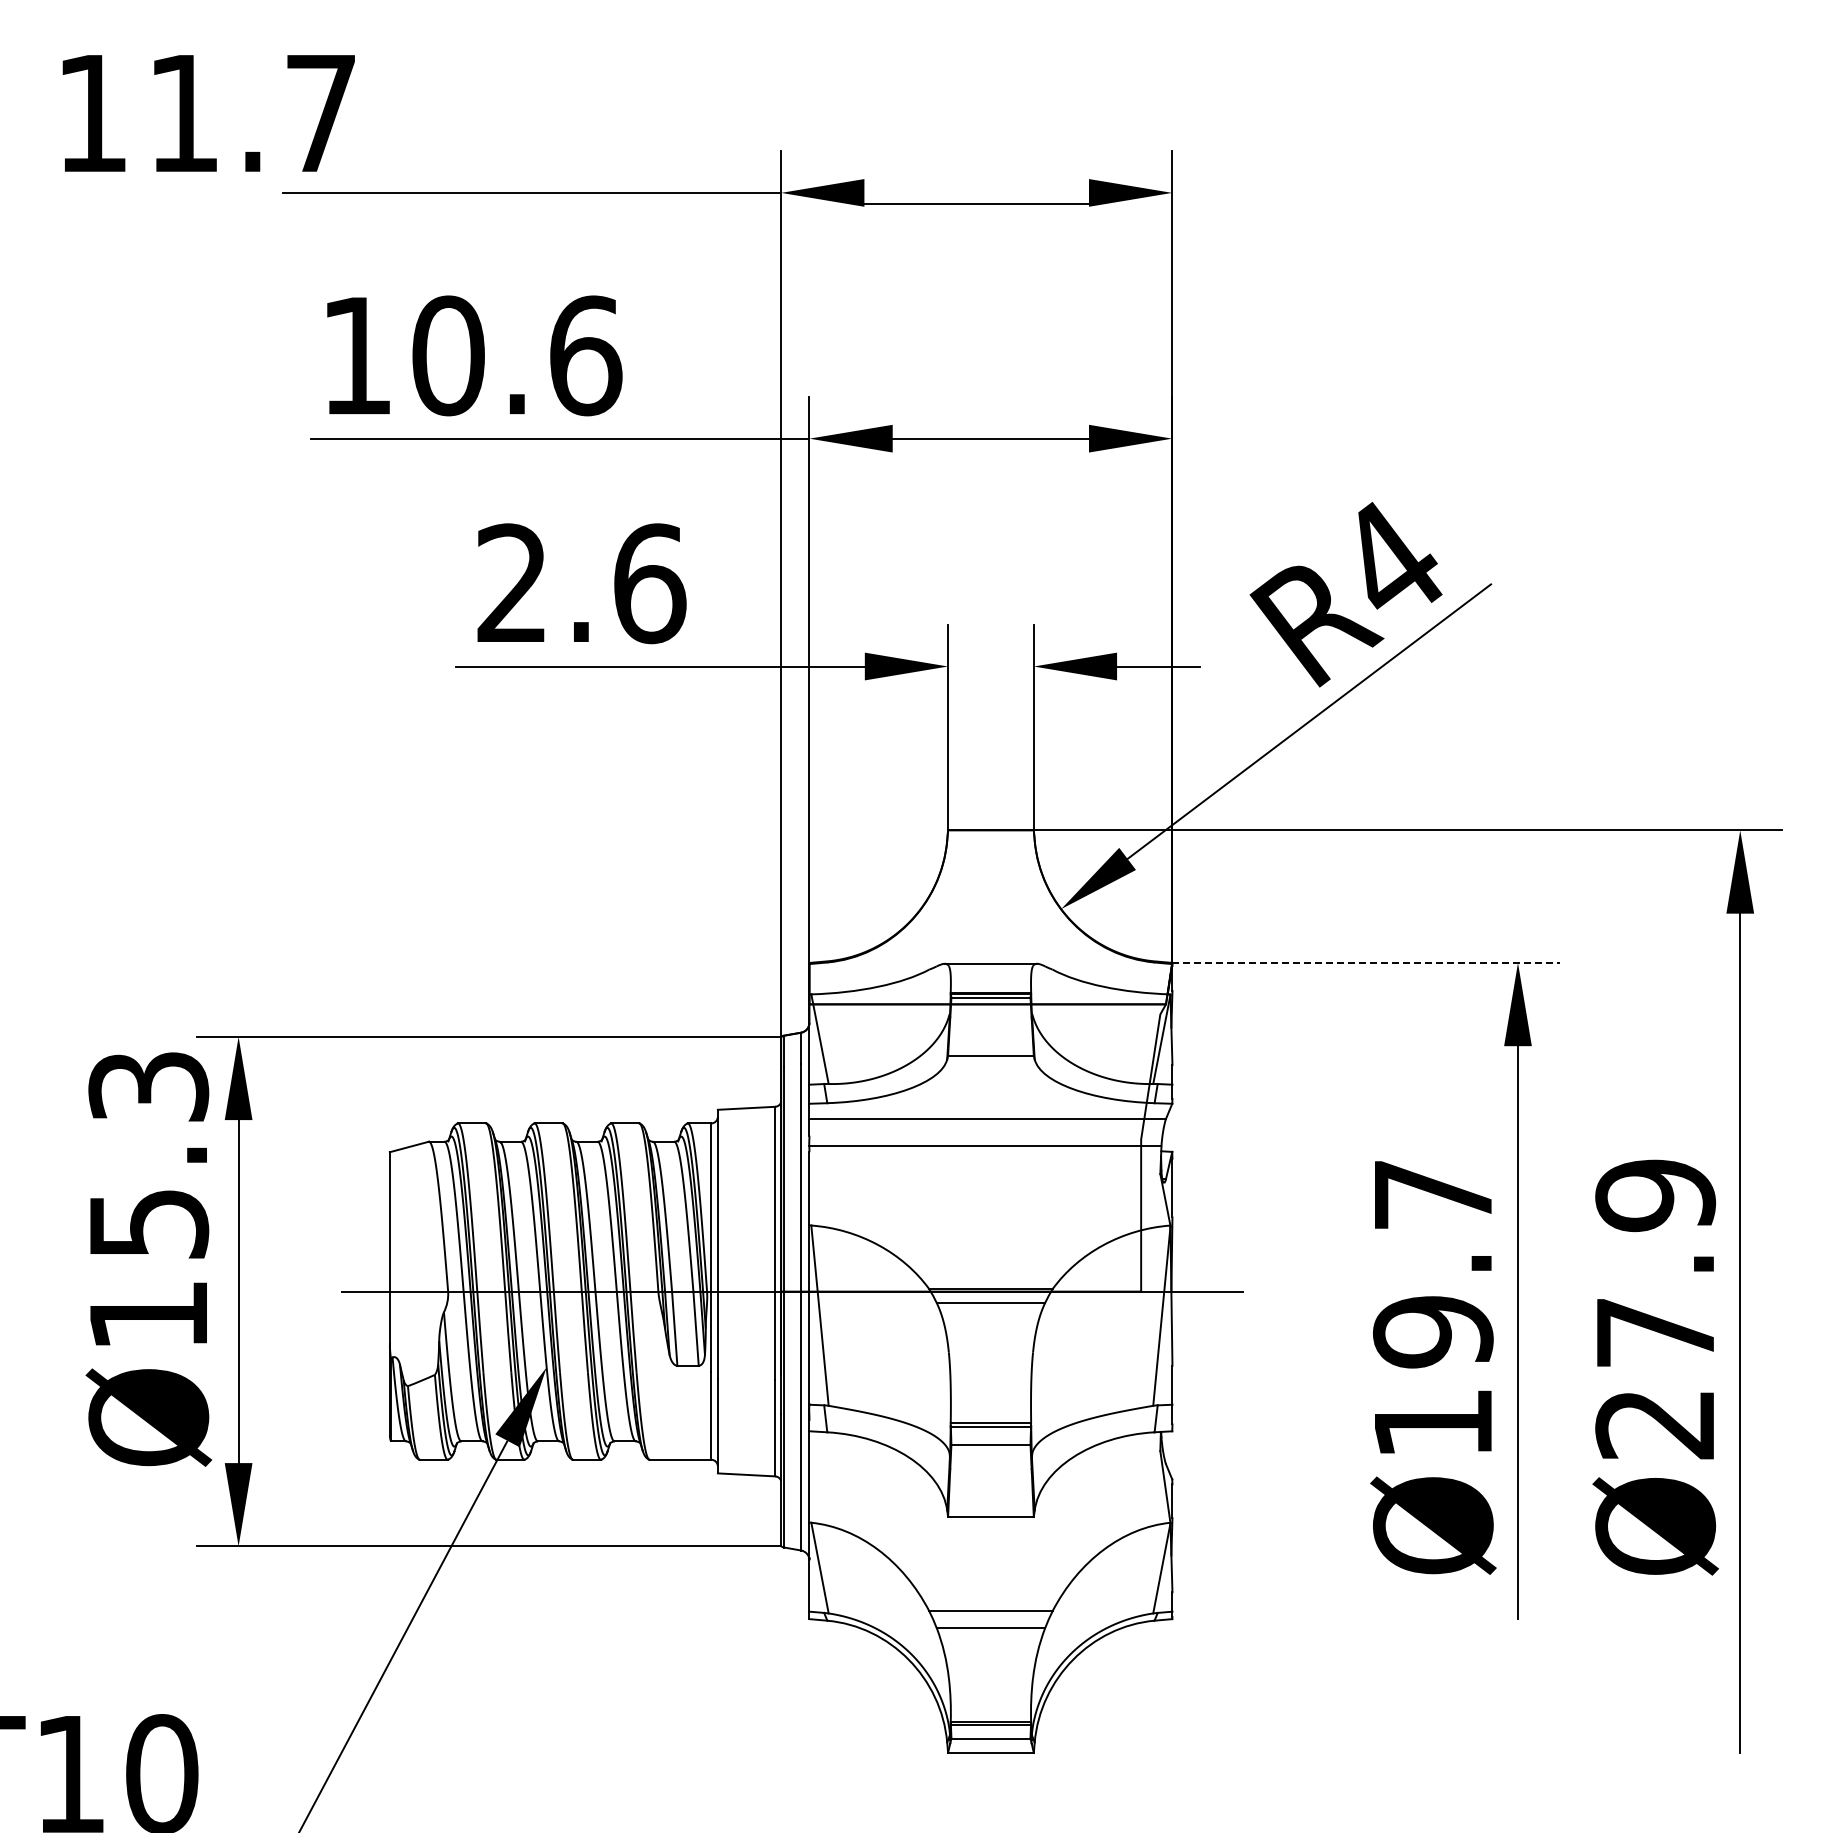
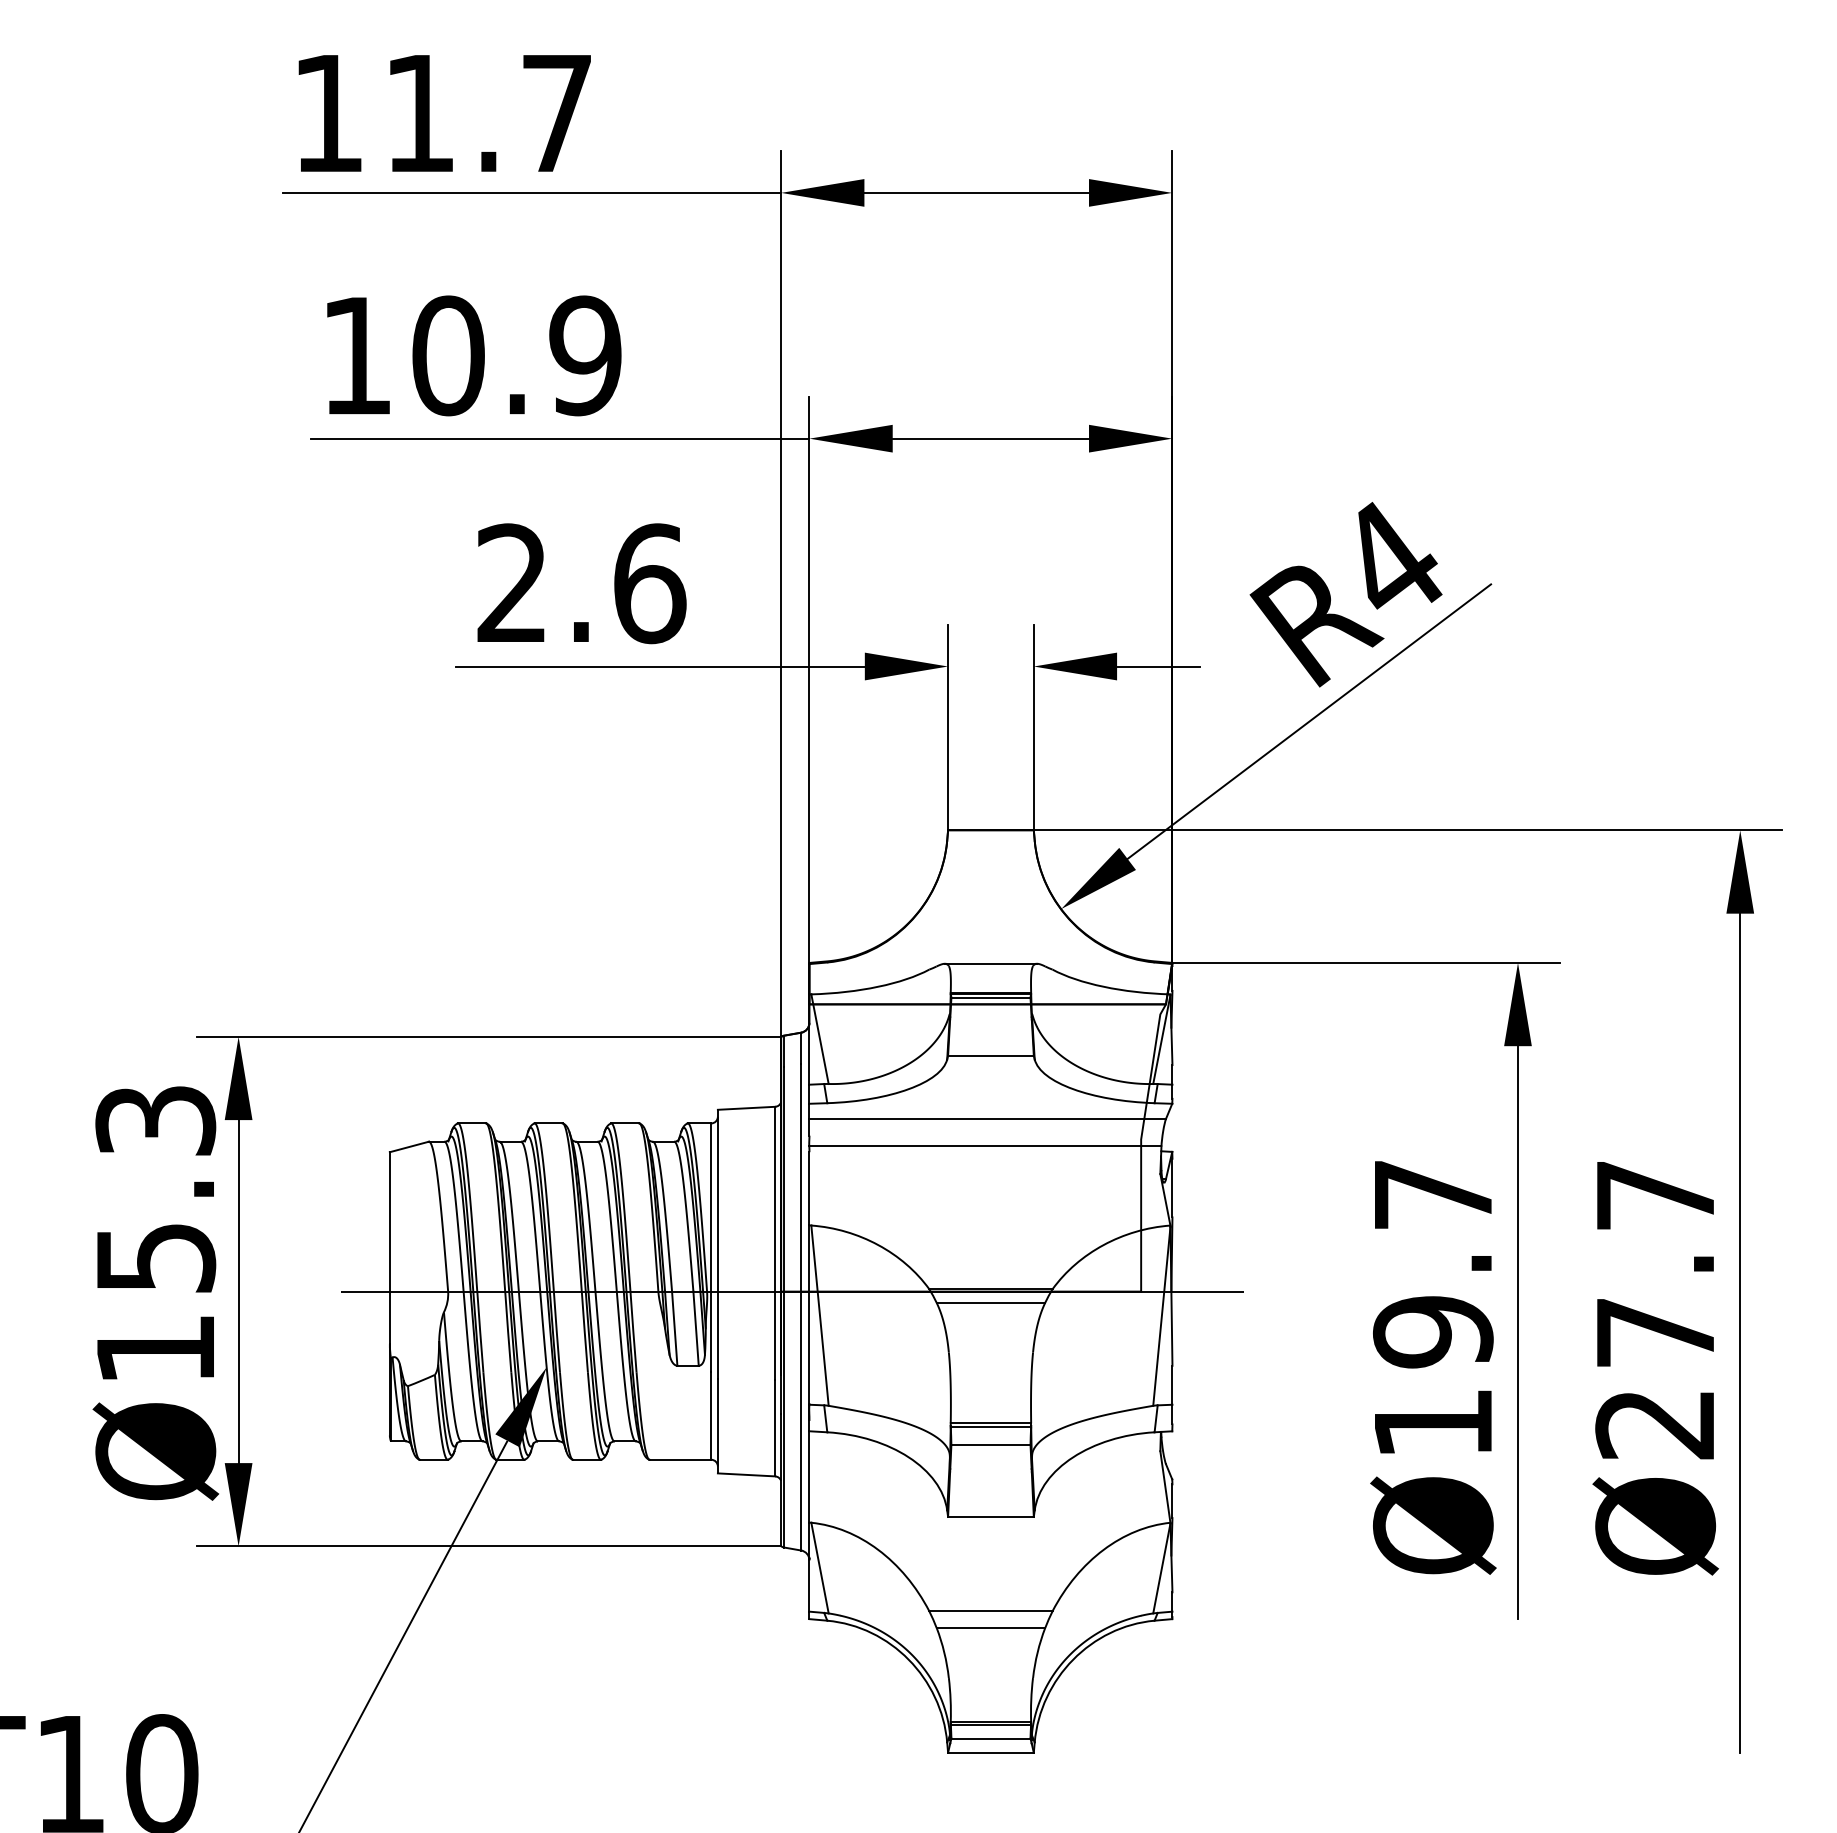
text at (208, 113) position: (208, 113) -> (444, 113)
line at (976, 203) position: (976, 203) -> (976, 192)
text at (585, 355): 10.6 -> 10.9
line at (1365, 962): dashed -> solid
text at (1655, 1195): Ø27.9 -> Ø27.7
text at (148, 1259) position: (148, 1259) -> (155, 1293)
